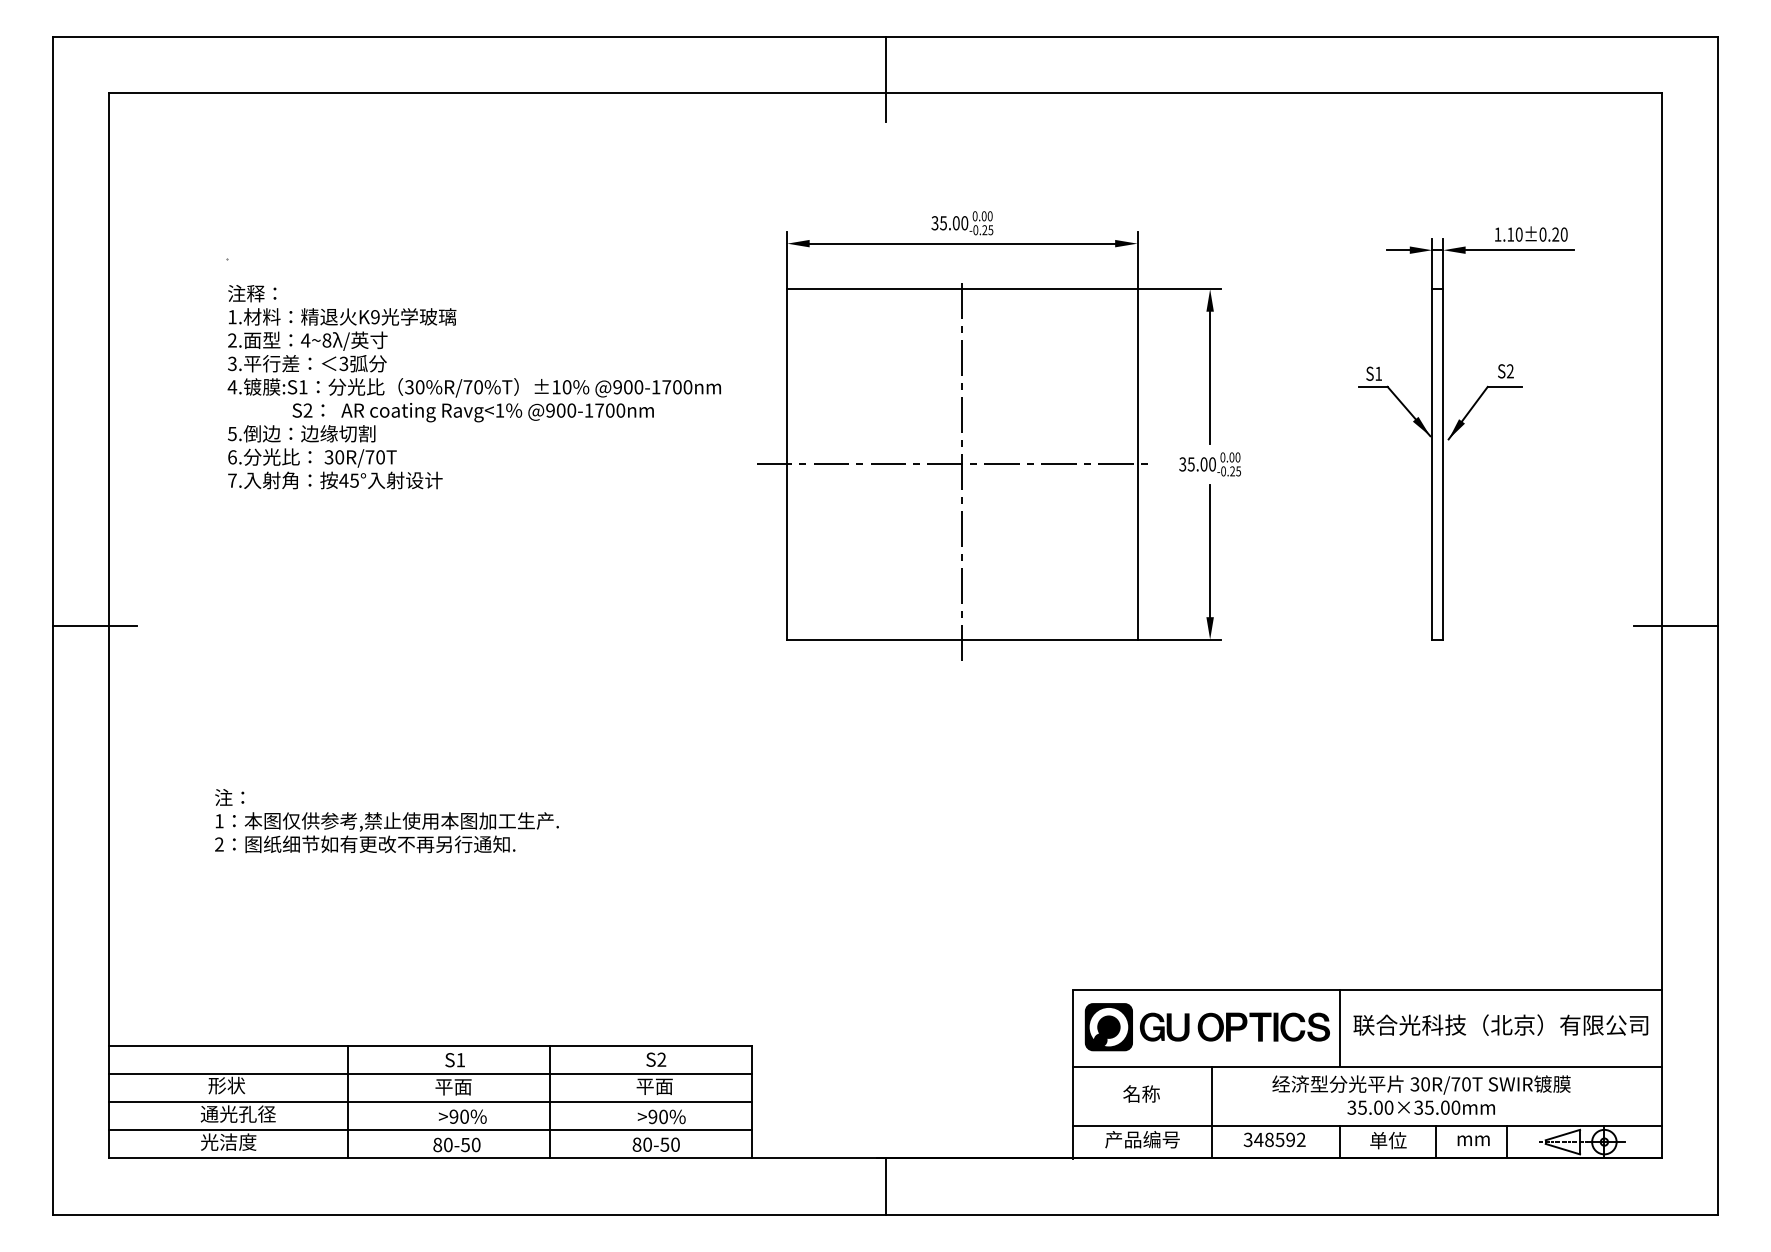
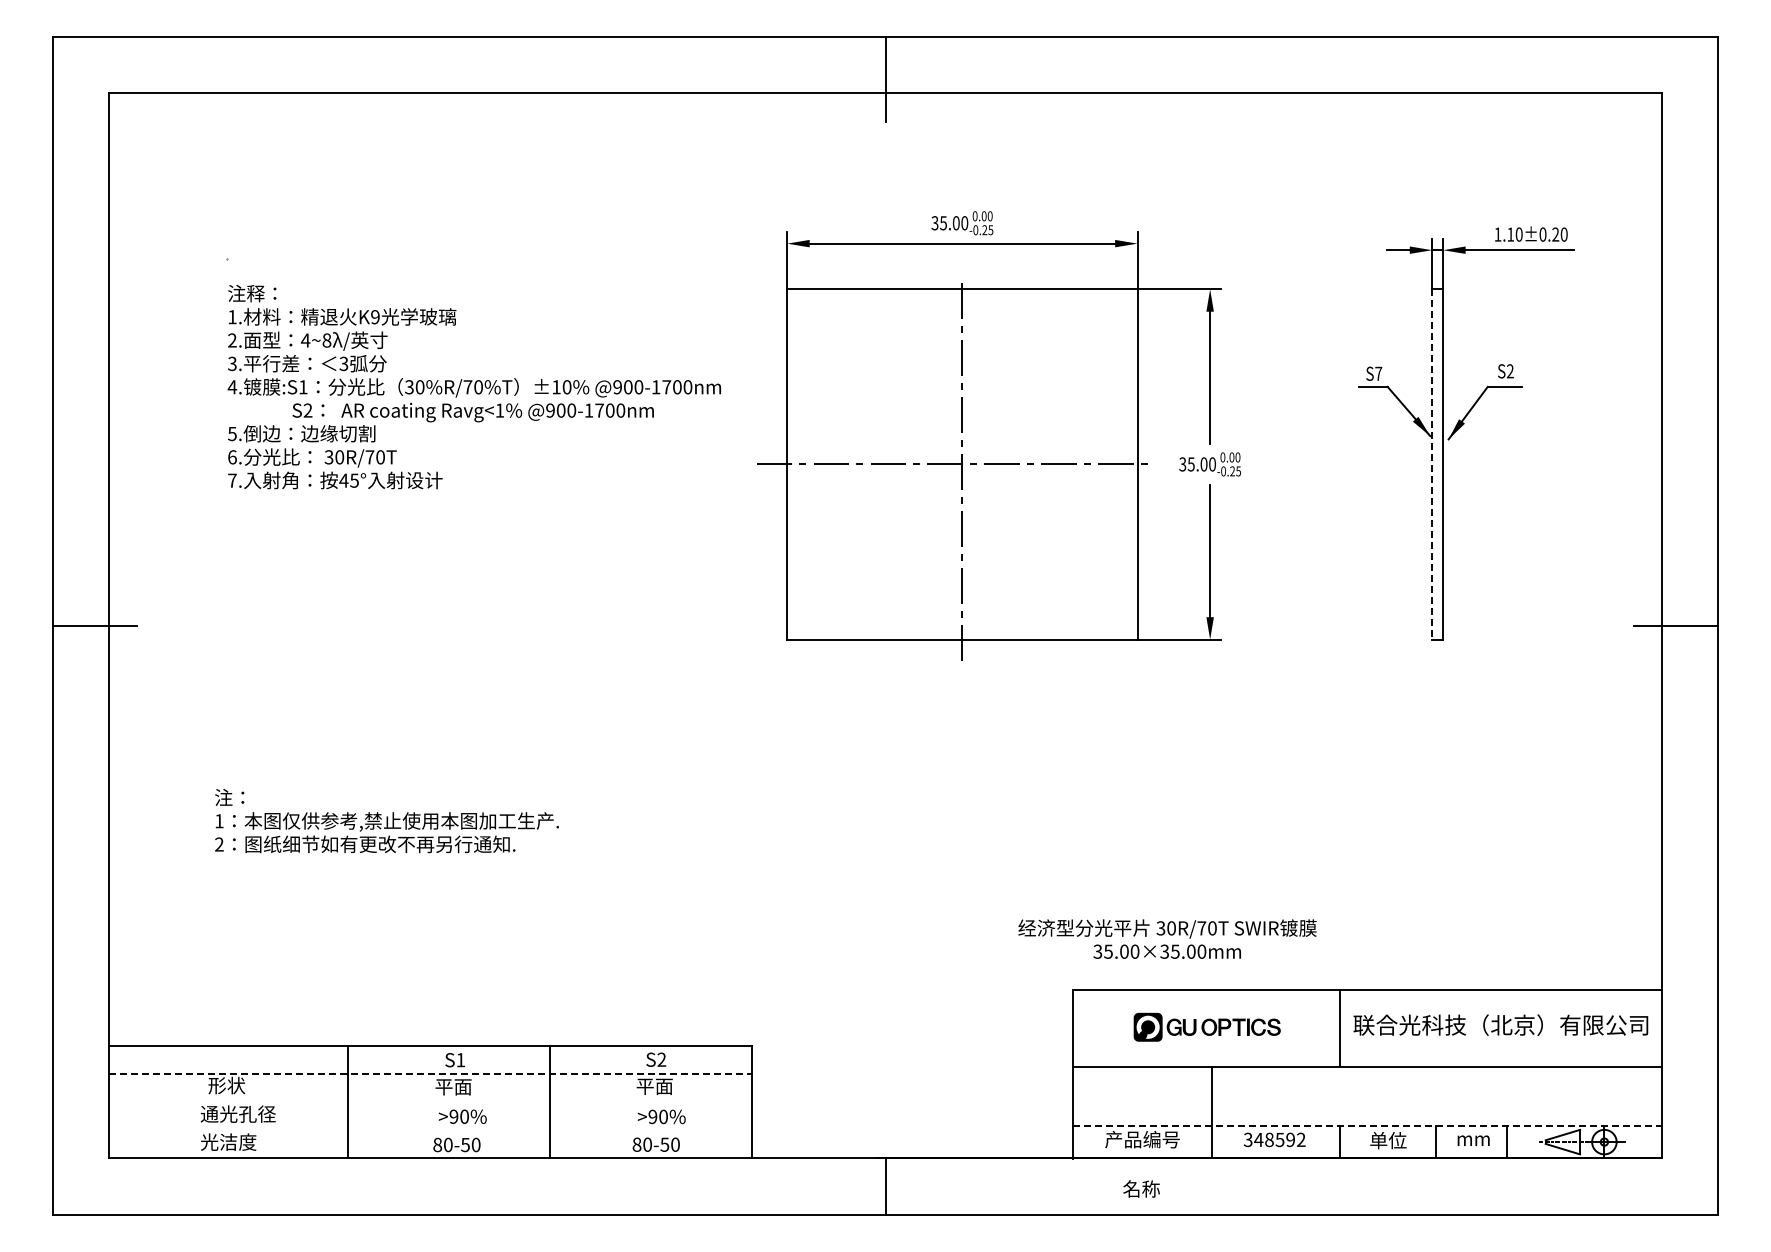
text at (1378, 373): S1 -> S7
line at (1432, 464): solid -> dashed
part at (1206, 1027) size: 246x49 px -> 148x30 px
line at (430, 1074): solid -> dashed
text at (1141, 1093) position: (1141, 1093) -> (1141, 1188)
text at (1421, 1094) position: (1421, 1094) -> (1167, 938)
line at (430, 1102): present -> none
line at (1368, 1125): solid -> dashed
line at (430, 1130): present -> none
